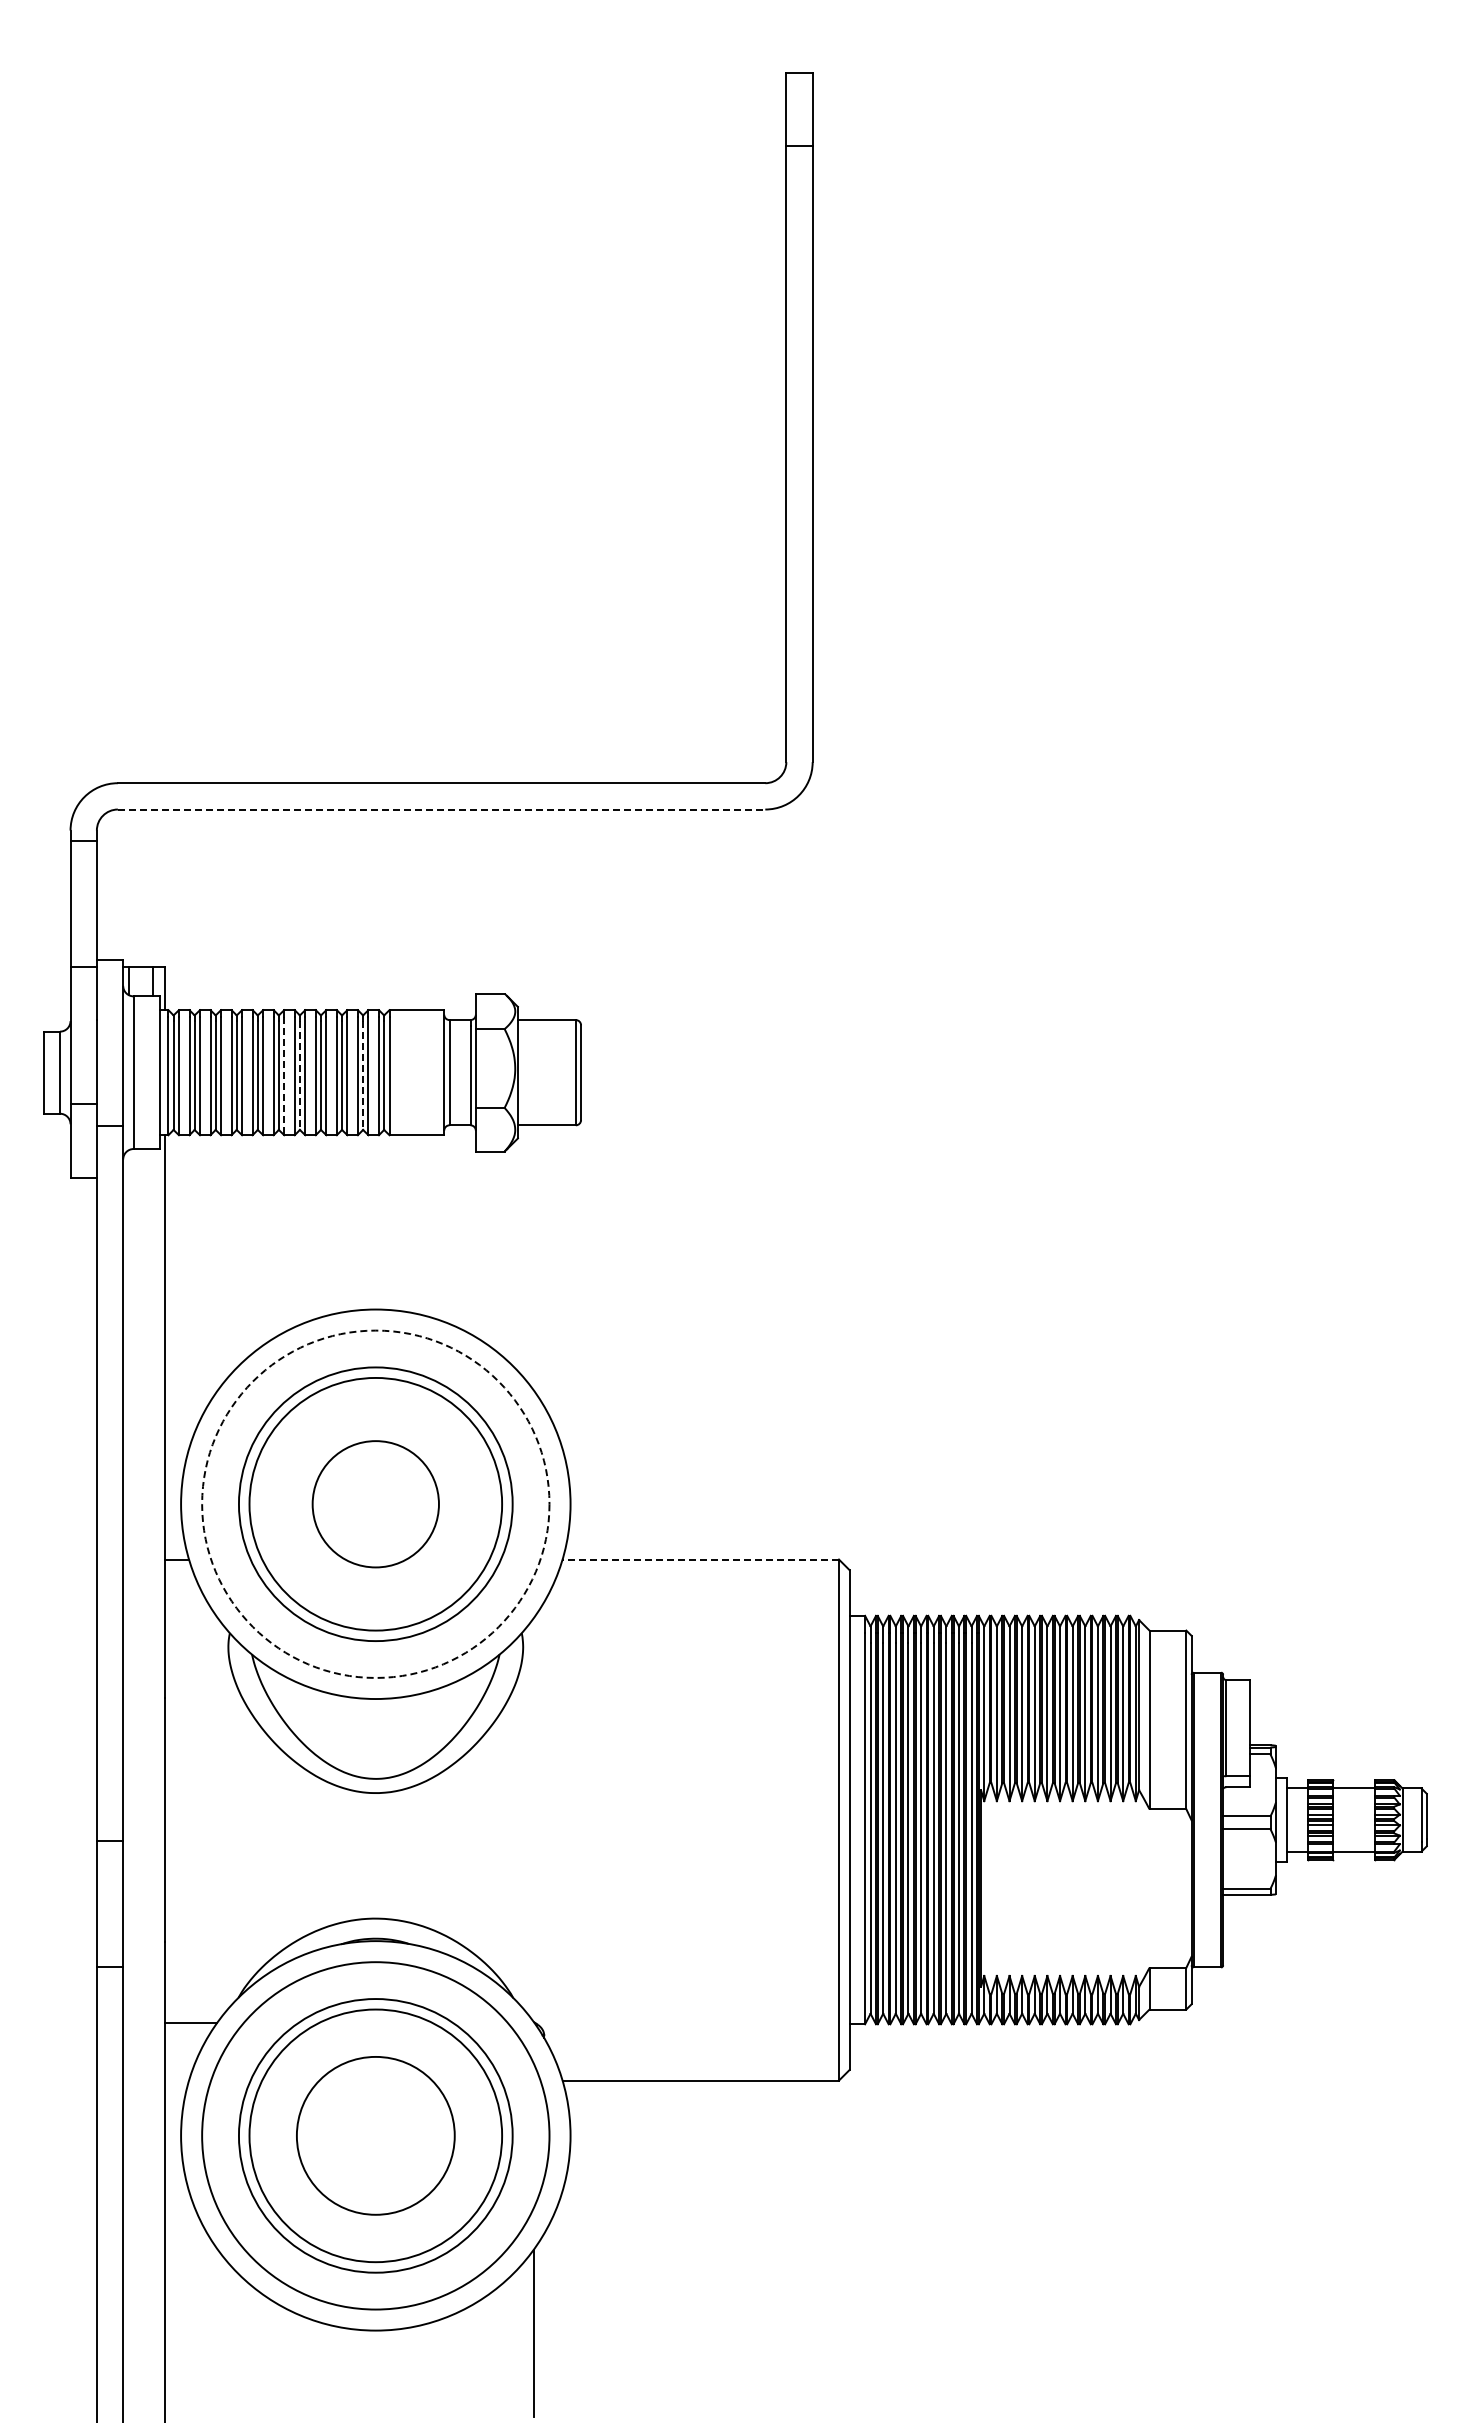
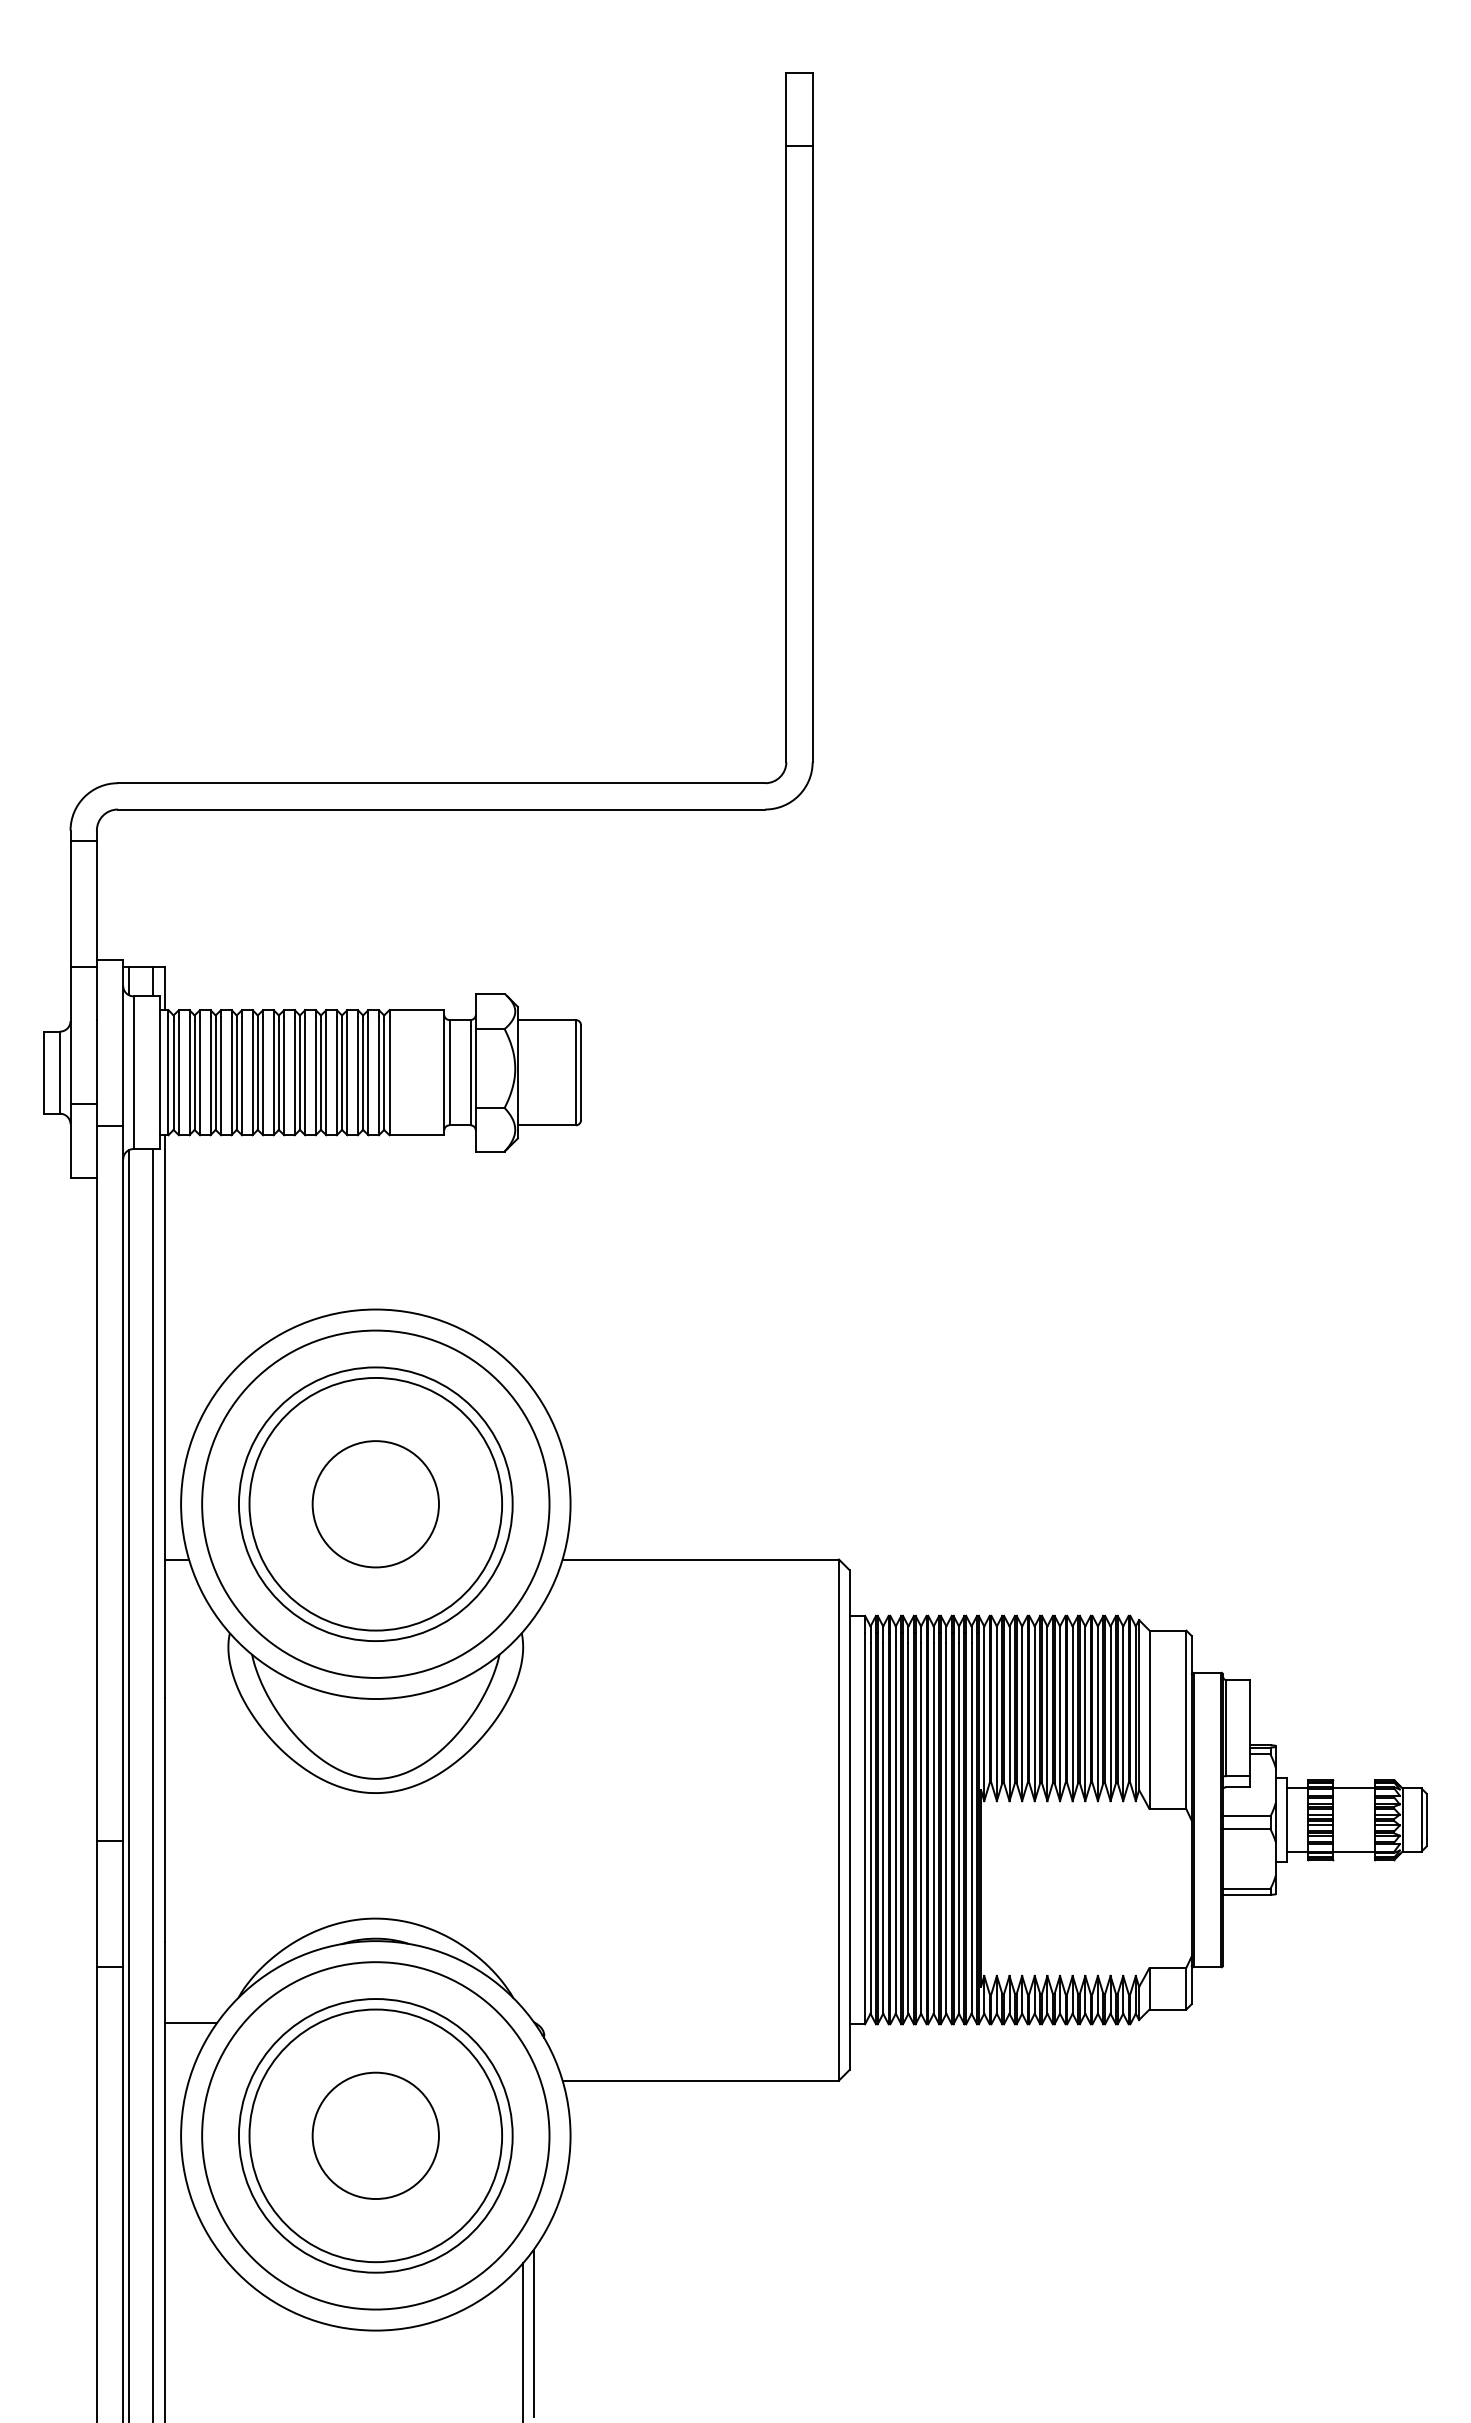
line at (441, 809): dashed -> solid
line at (284, 1076): dashed -> solid
line at (299, 1076): dashed -> solid
line at (363, 1076): dashed -> solid
circle at (375, 1503): dashed -> solid
line at (700, 1559): dashed -> solid
line at (129, 1784): none -> present
line at (152, 1784): none -> present
circle at (375, 2135) diameter: 158 px -> 126 px
line at (523, 2341): none -> present
